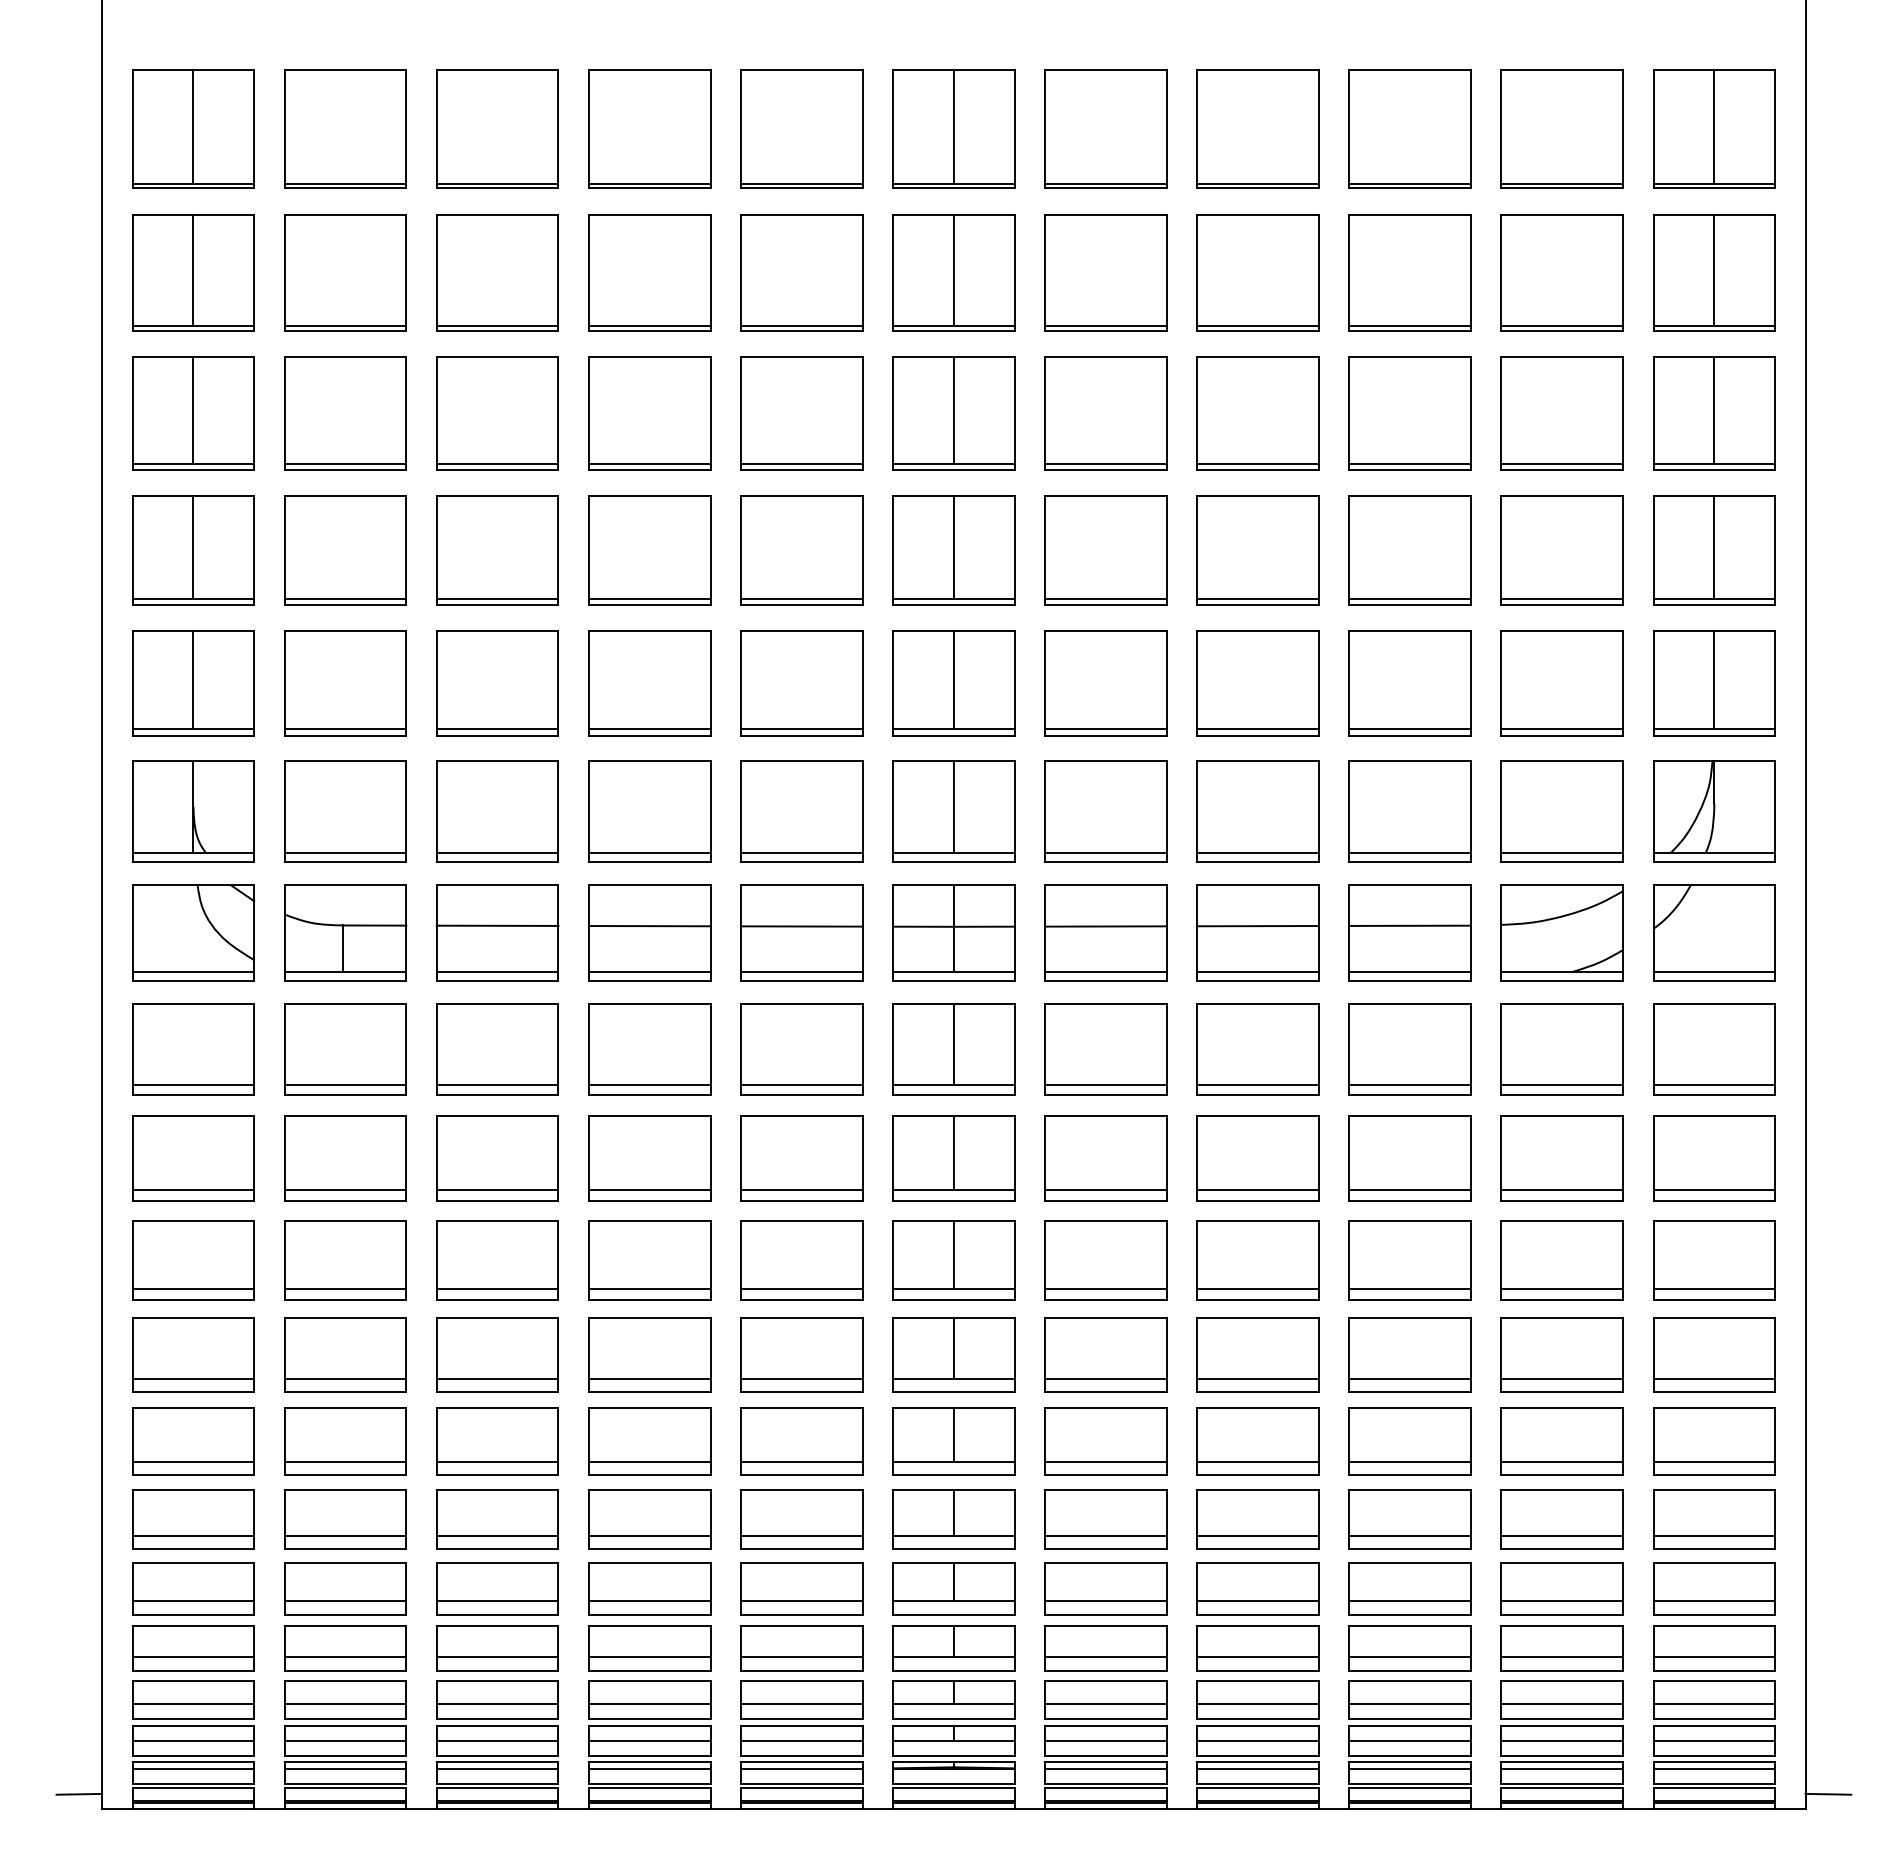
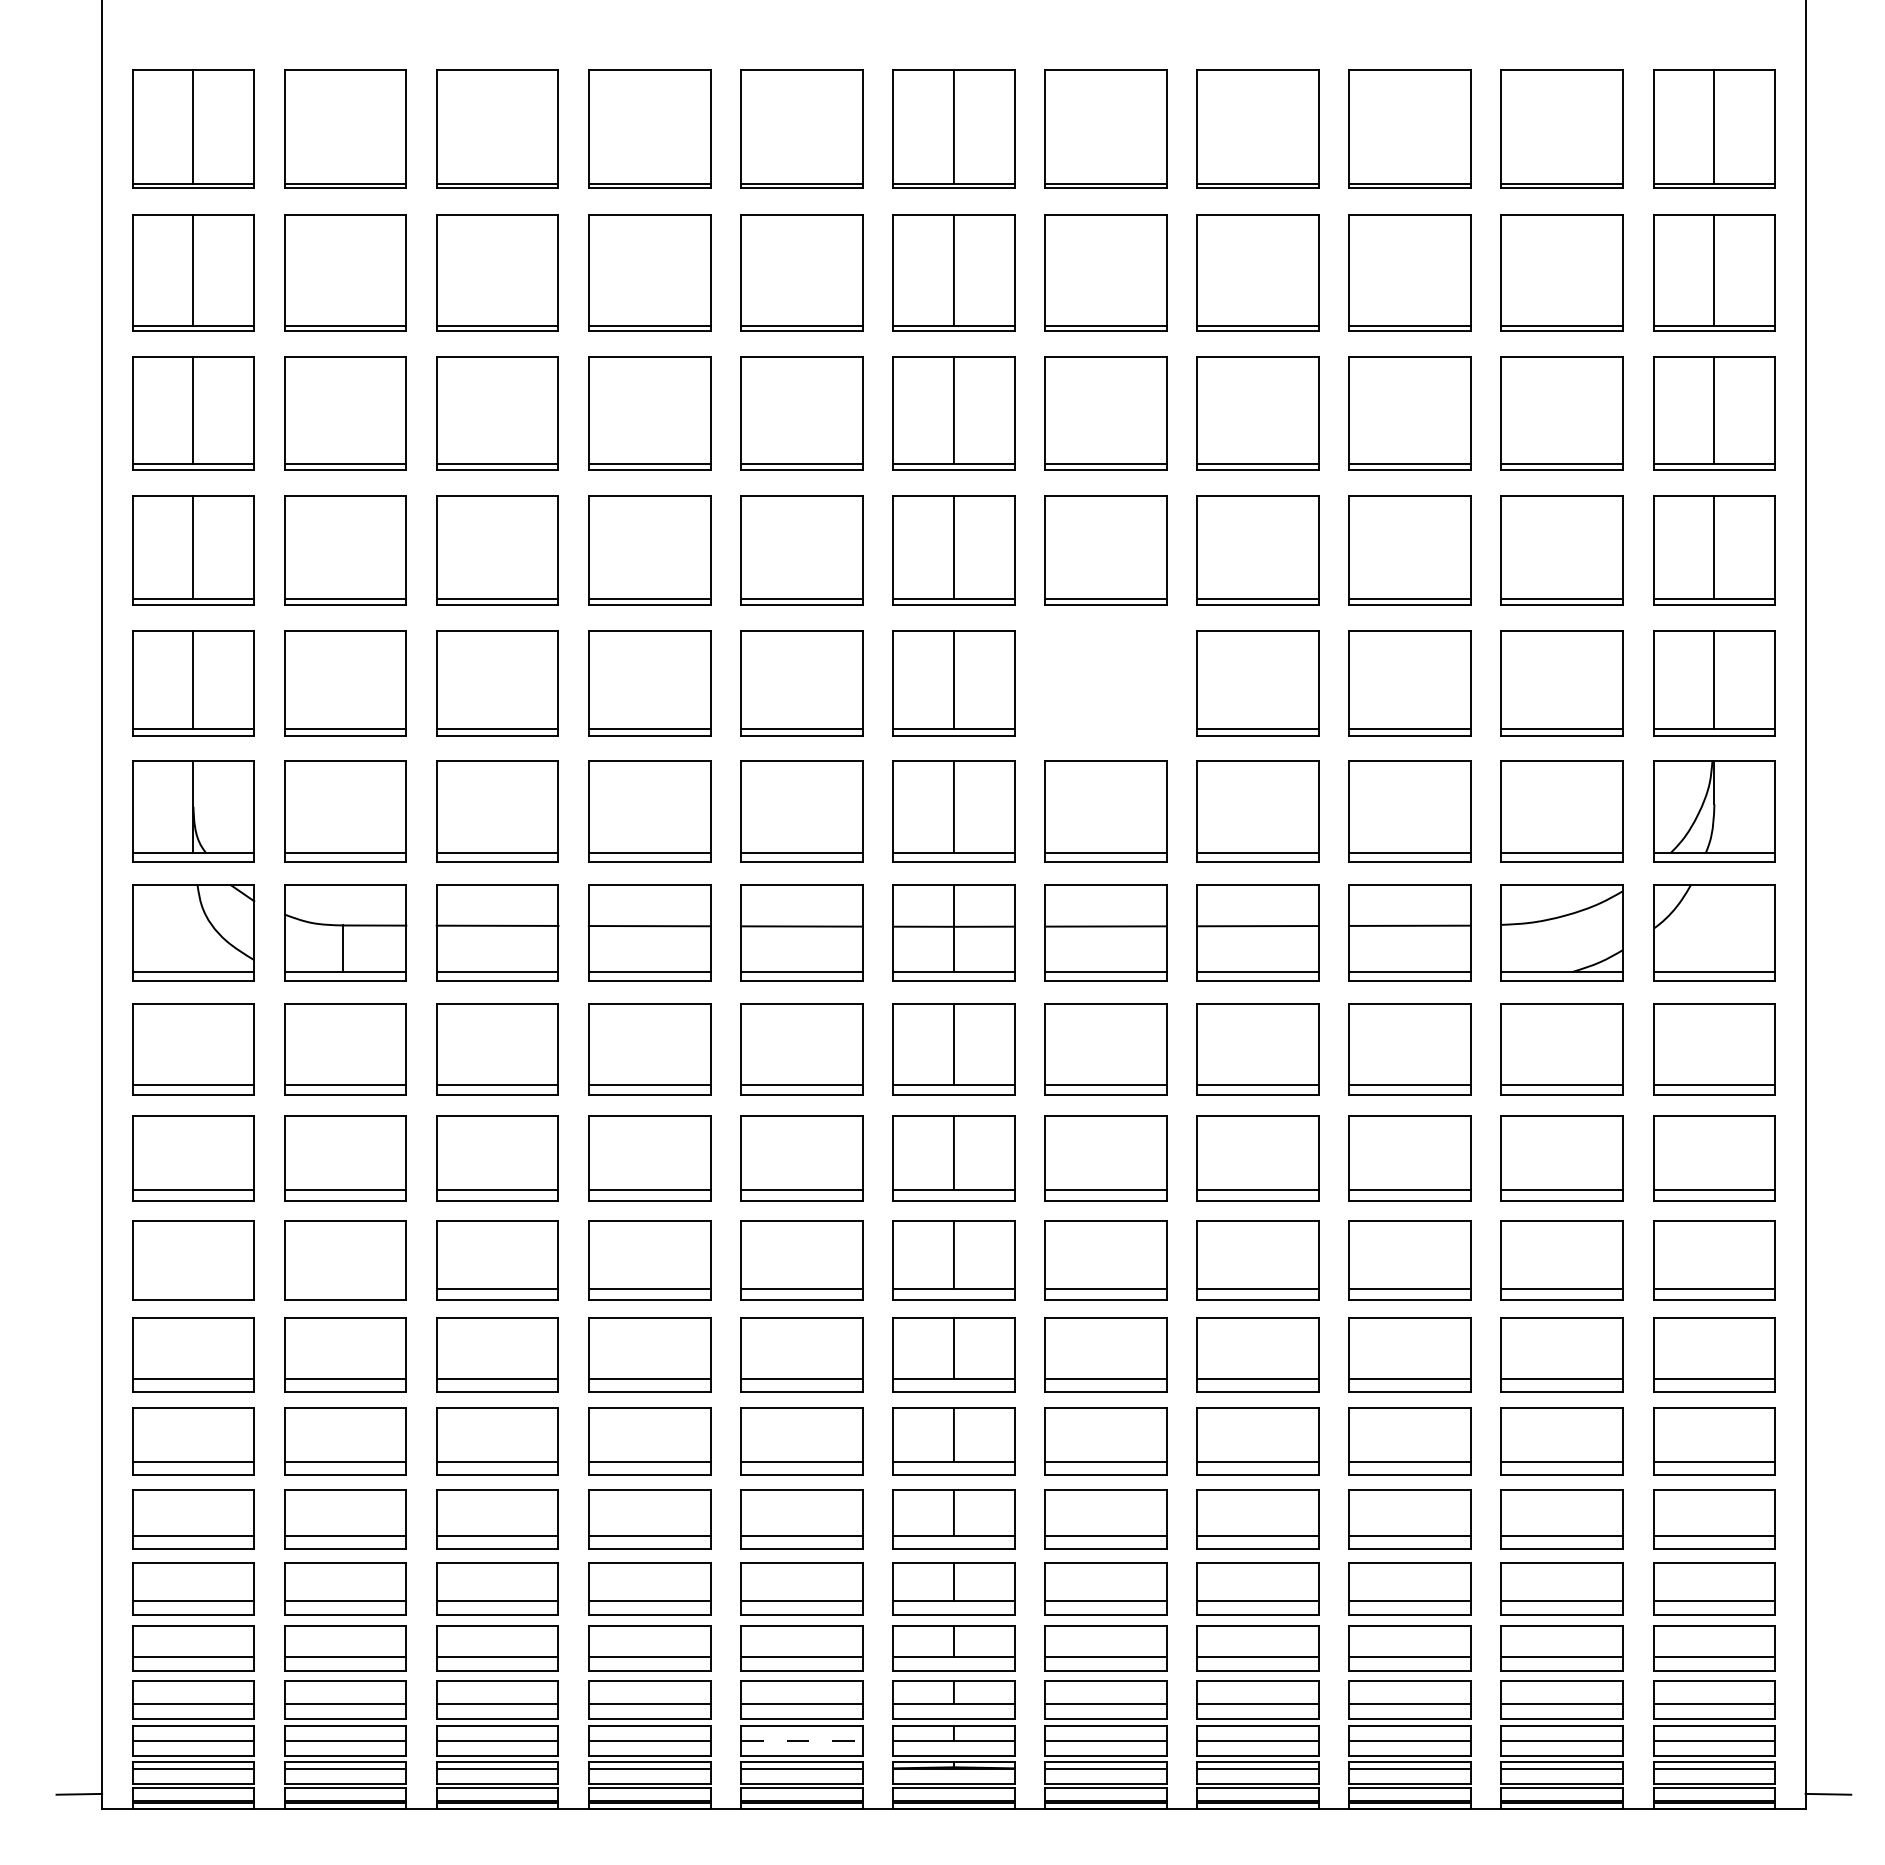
part at (1105, 683): present -> none
line at (193, 1288): present -> none
line at (345, 1288): present -> none
line at (801, 1741): solid -> dashed
